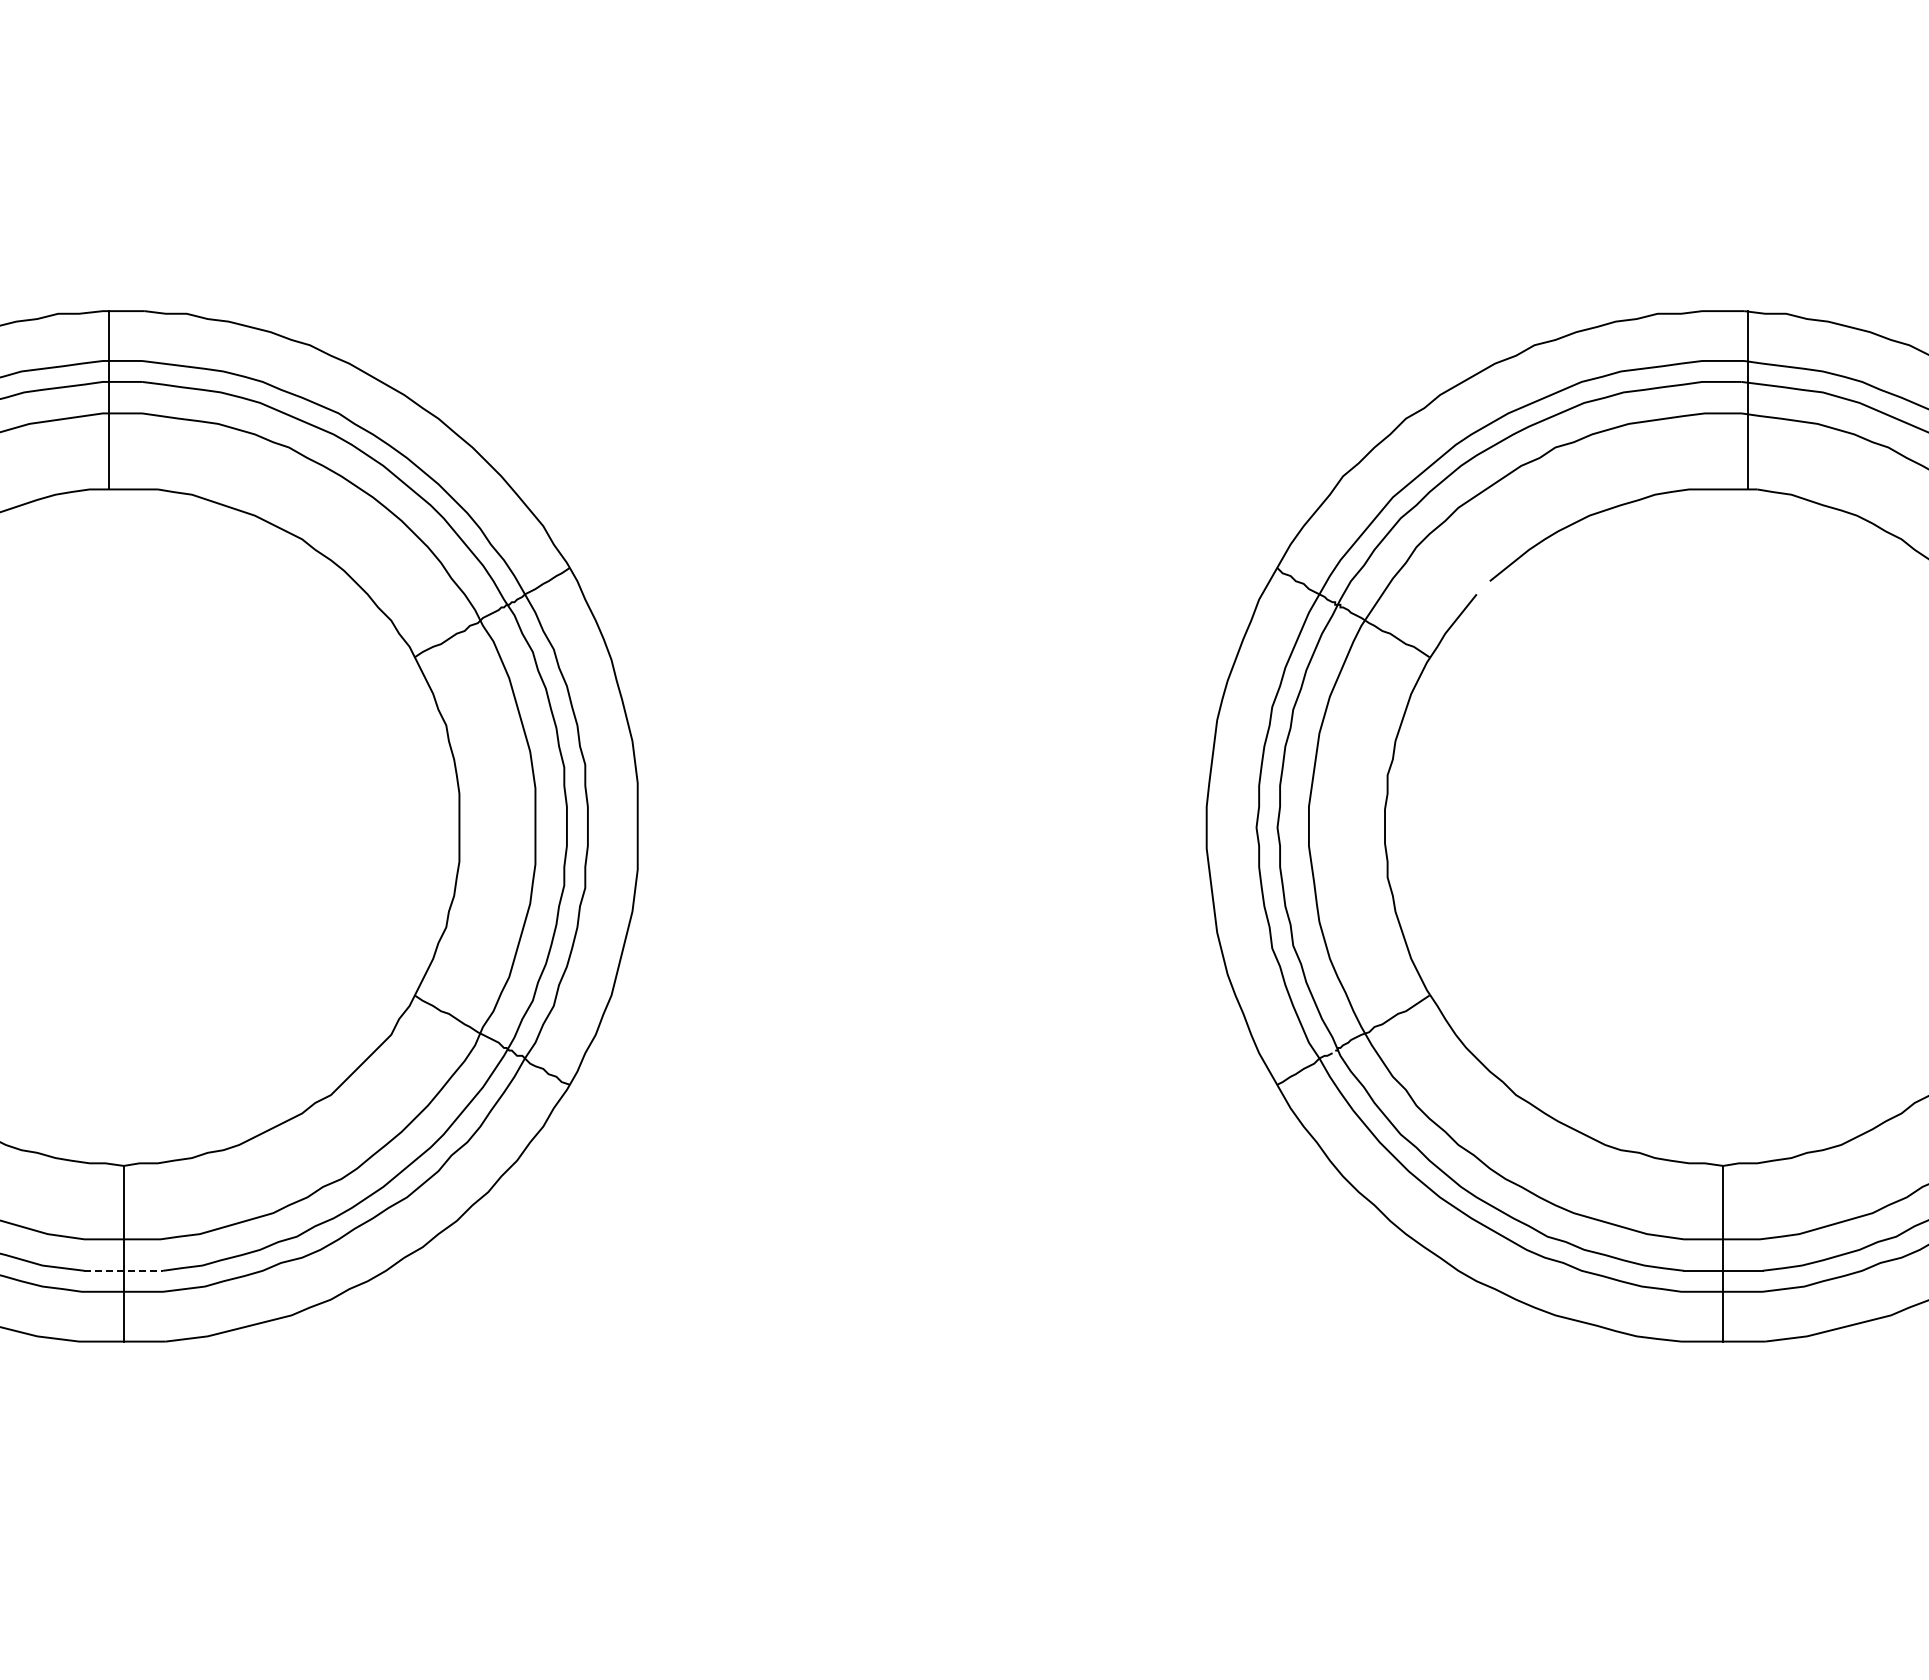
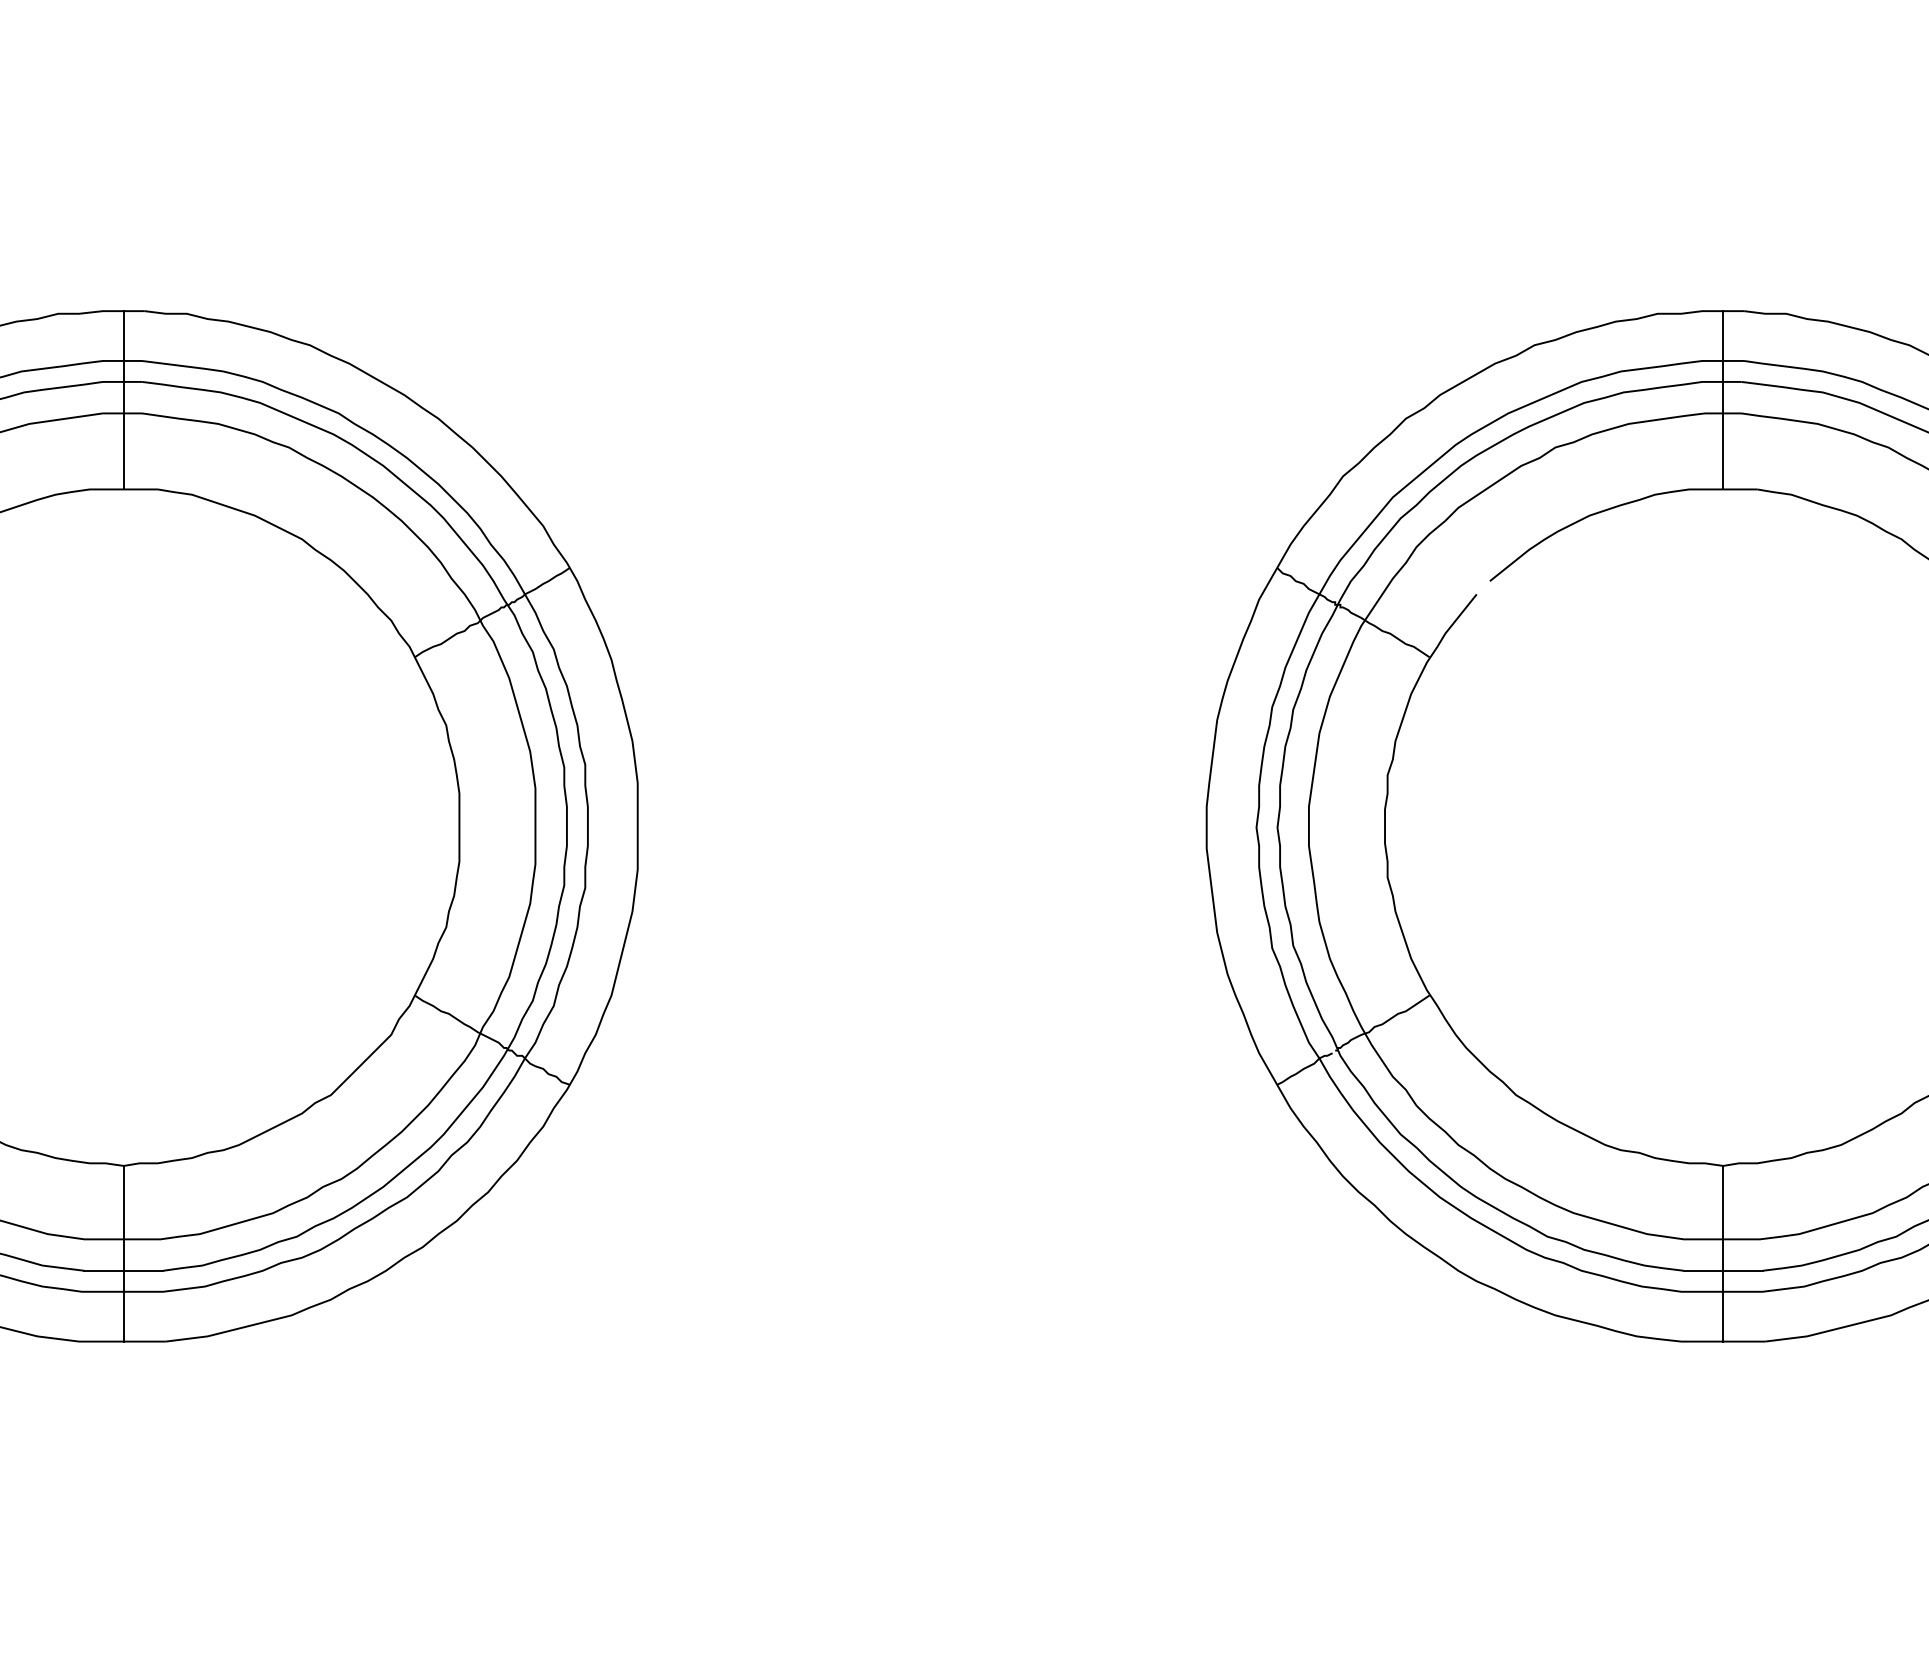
line at (108, 400) position: (108, 400) -> (123, 400)
line at (1748, 400) position: (1748, 400) -> (1723, 400)
line at (124, 1270): dashed -> solid
